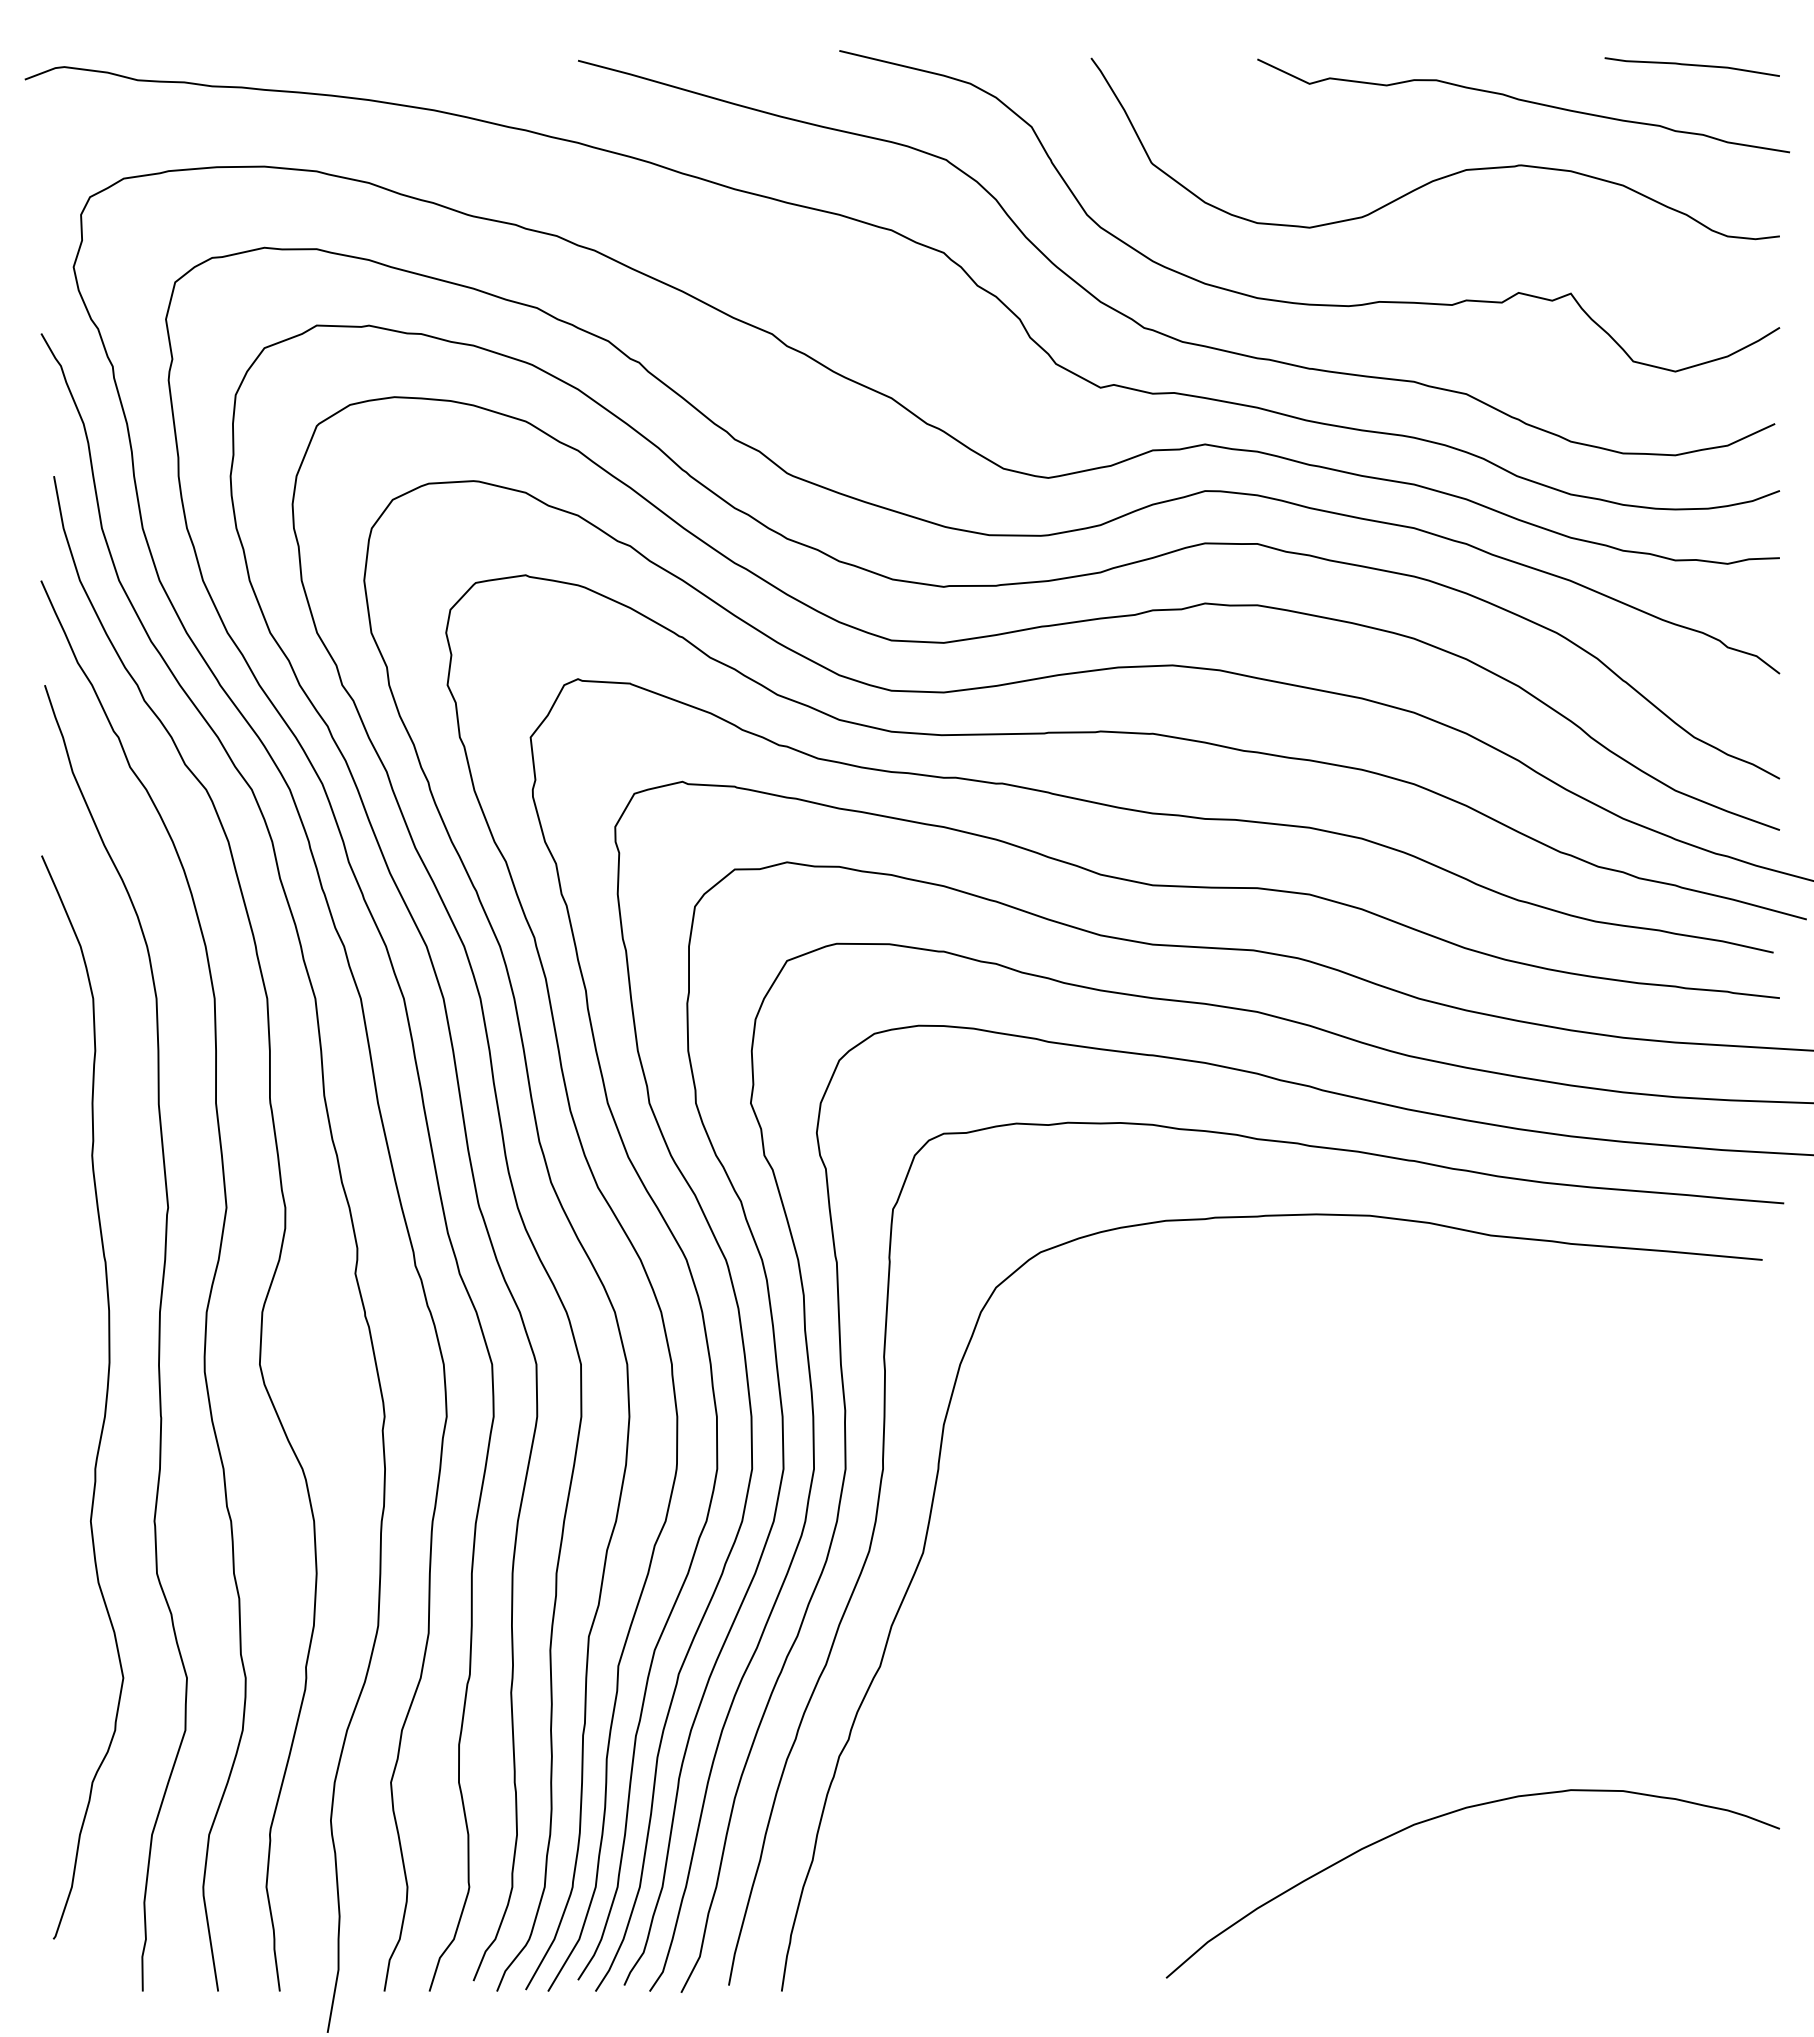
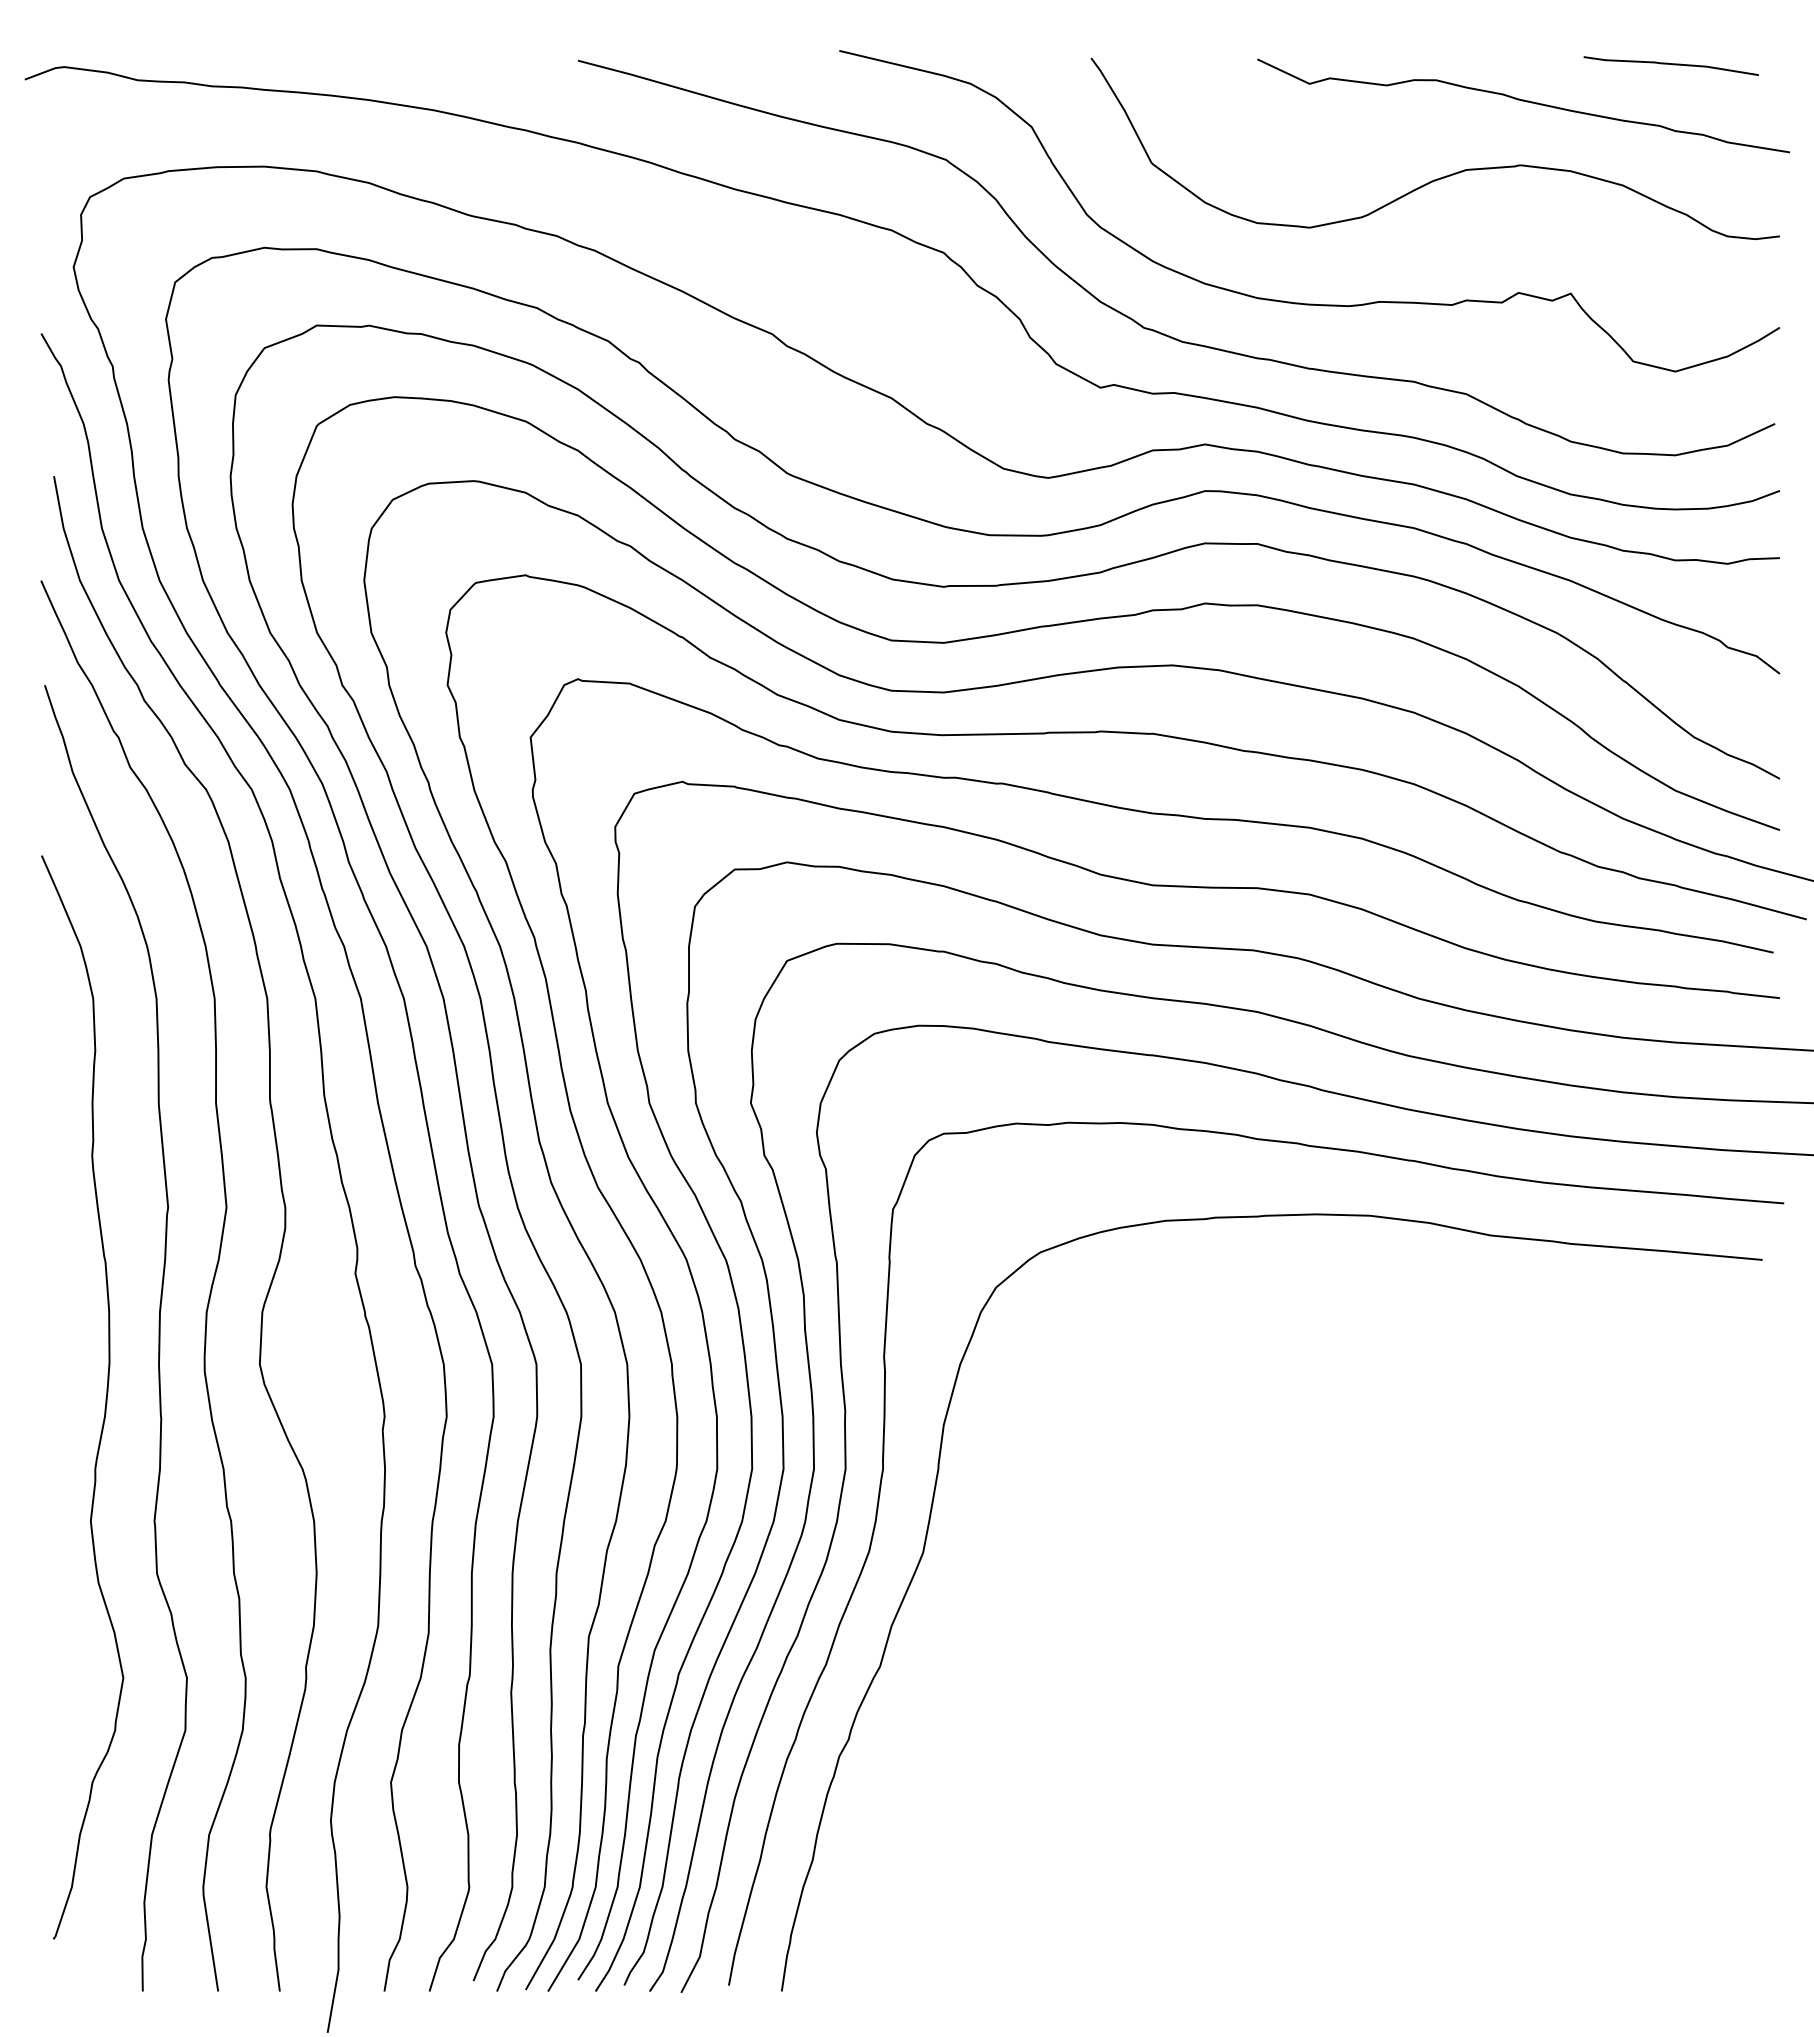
curve at (1691, 65) position: (1691, 65) -> (1670, 64)
curve at (1449, 1814): present -> none
